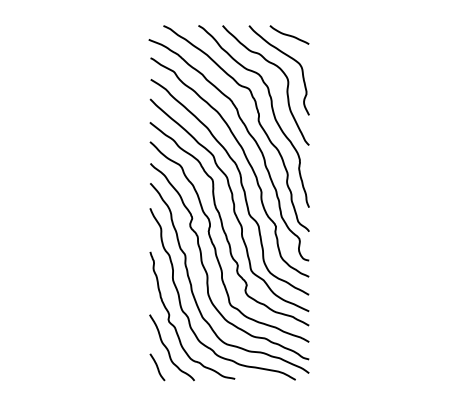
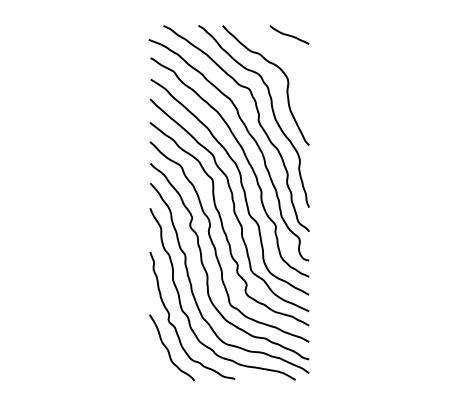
curve at (288, 57): present -> none
curve at (157, 367): present -> none
